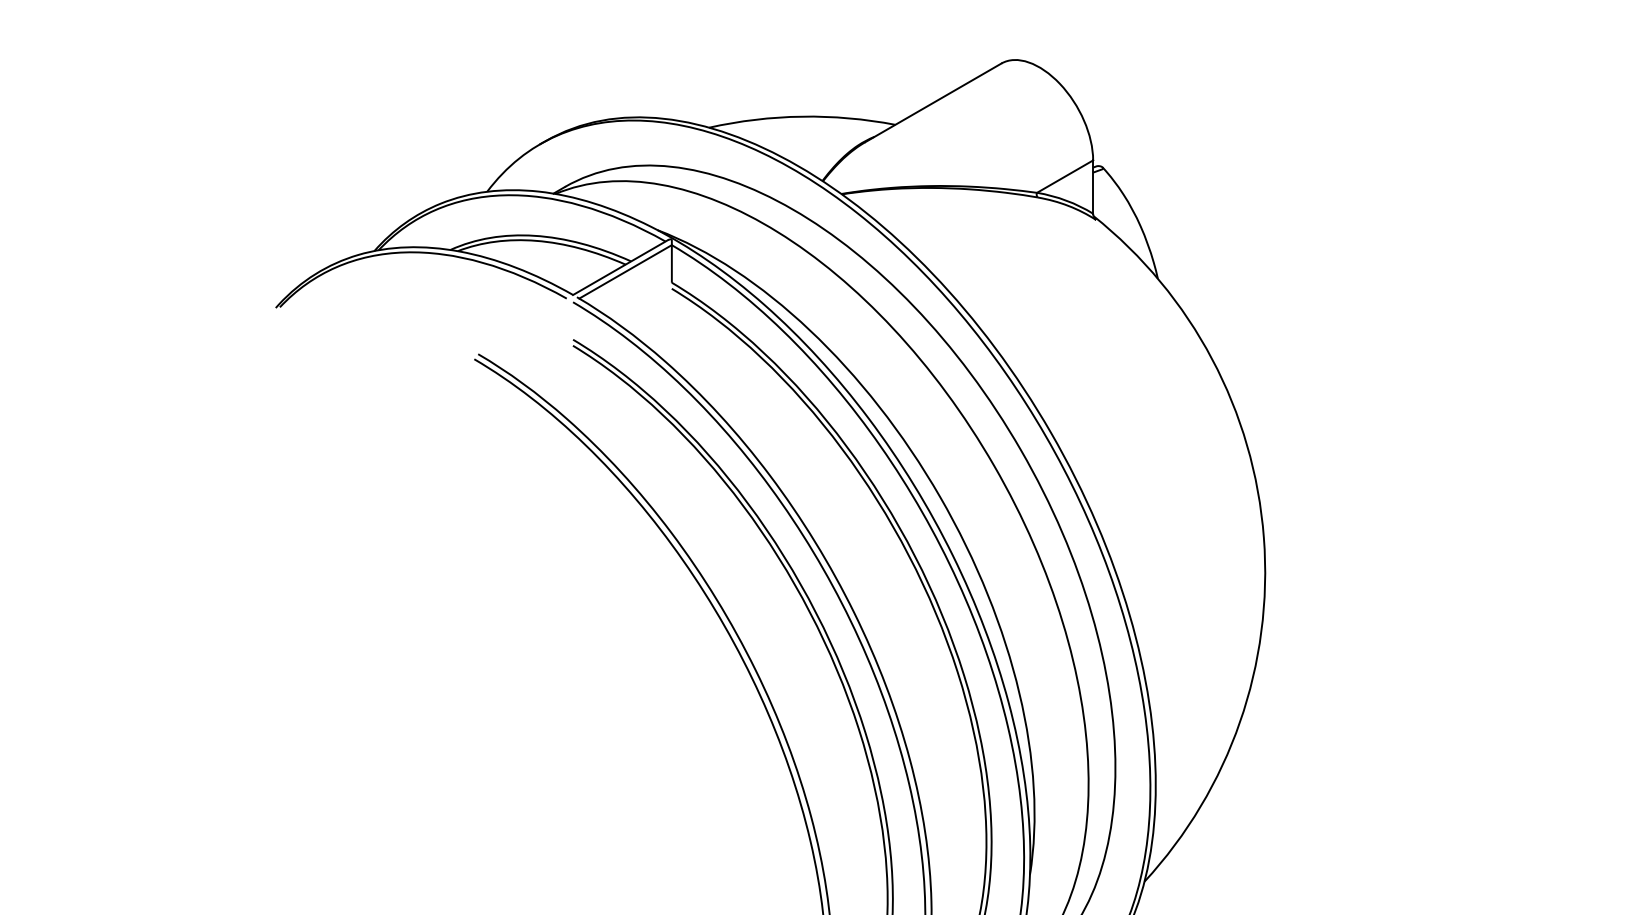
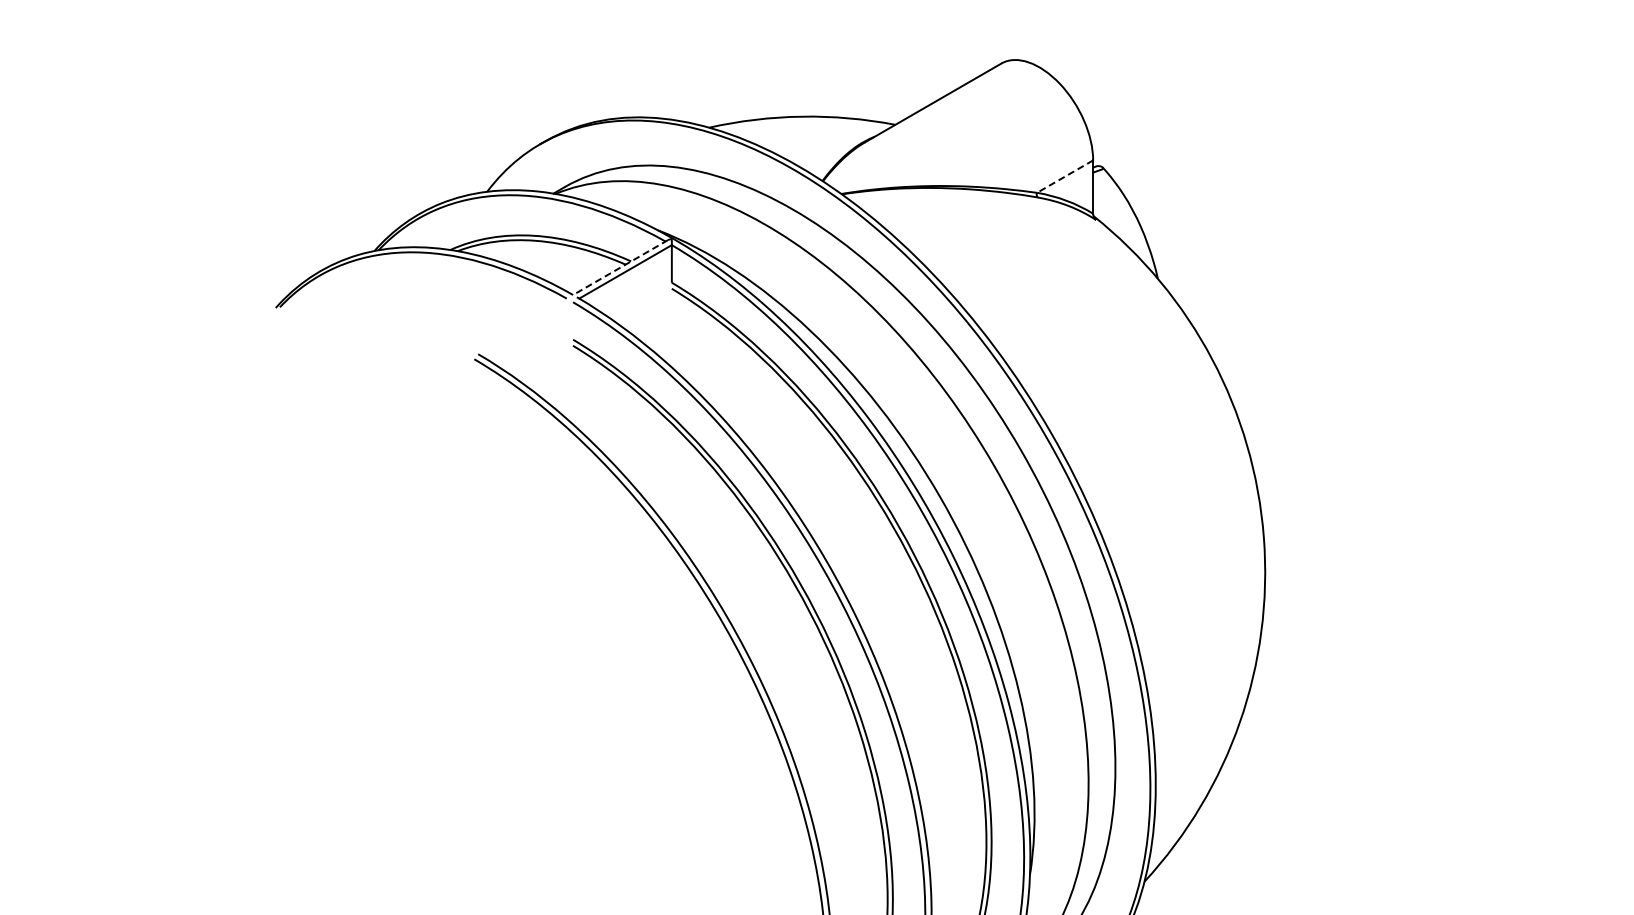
line at (1064, 176): solid -> dashed
line at (620, 267): solid -> dashed
